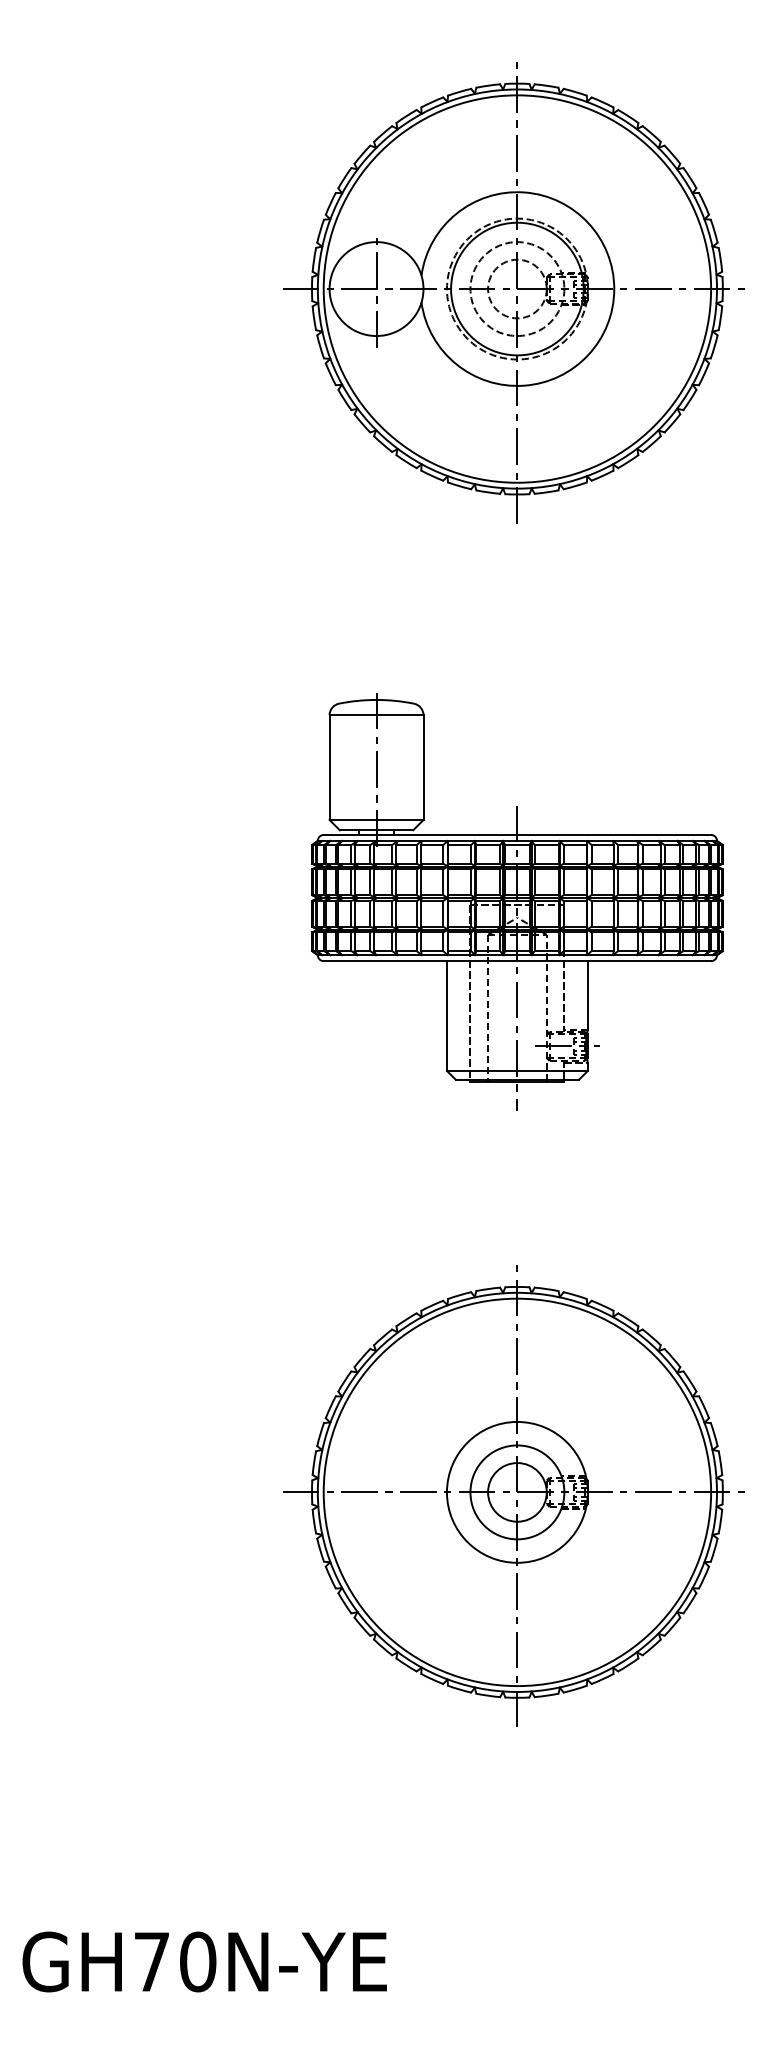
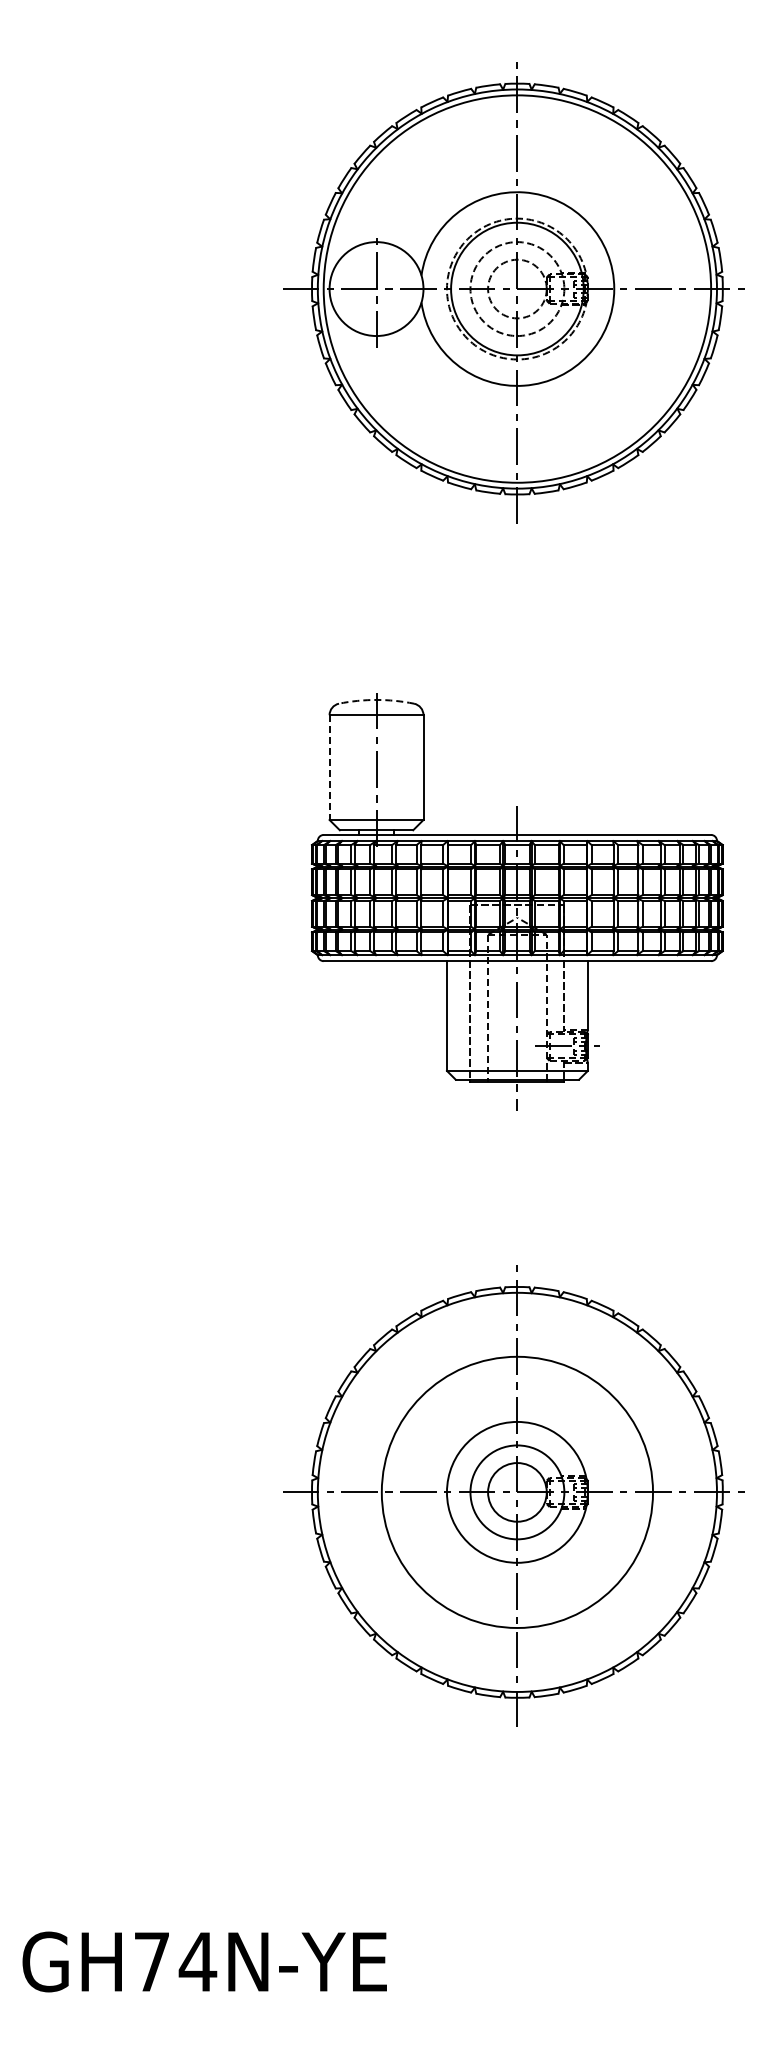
arc at (376, 699): solid -> dashed
line at (329, 768): solid -> dashed
circle at (517, 1492) diameter: 387 px -> 271 px
text at (197, 1961): GH70N-YE -> GH74N-YE
